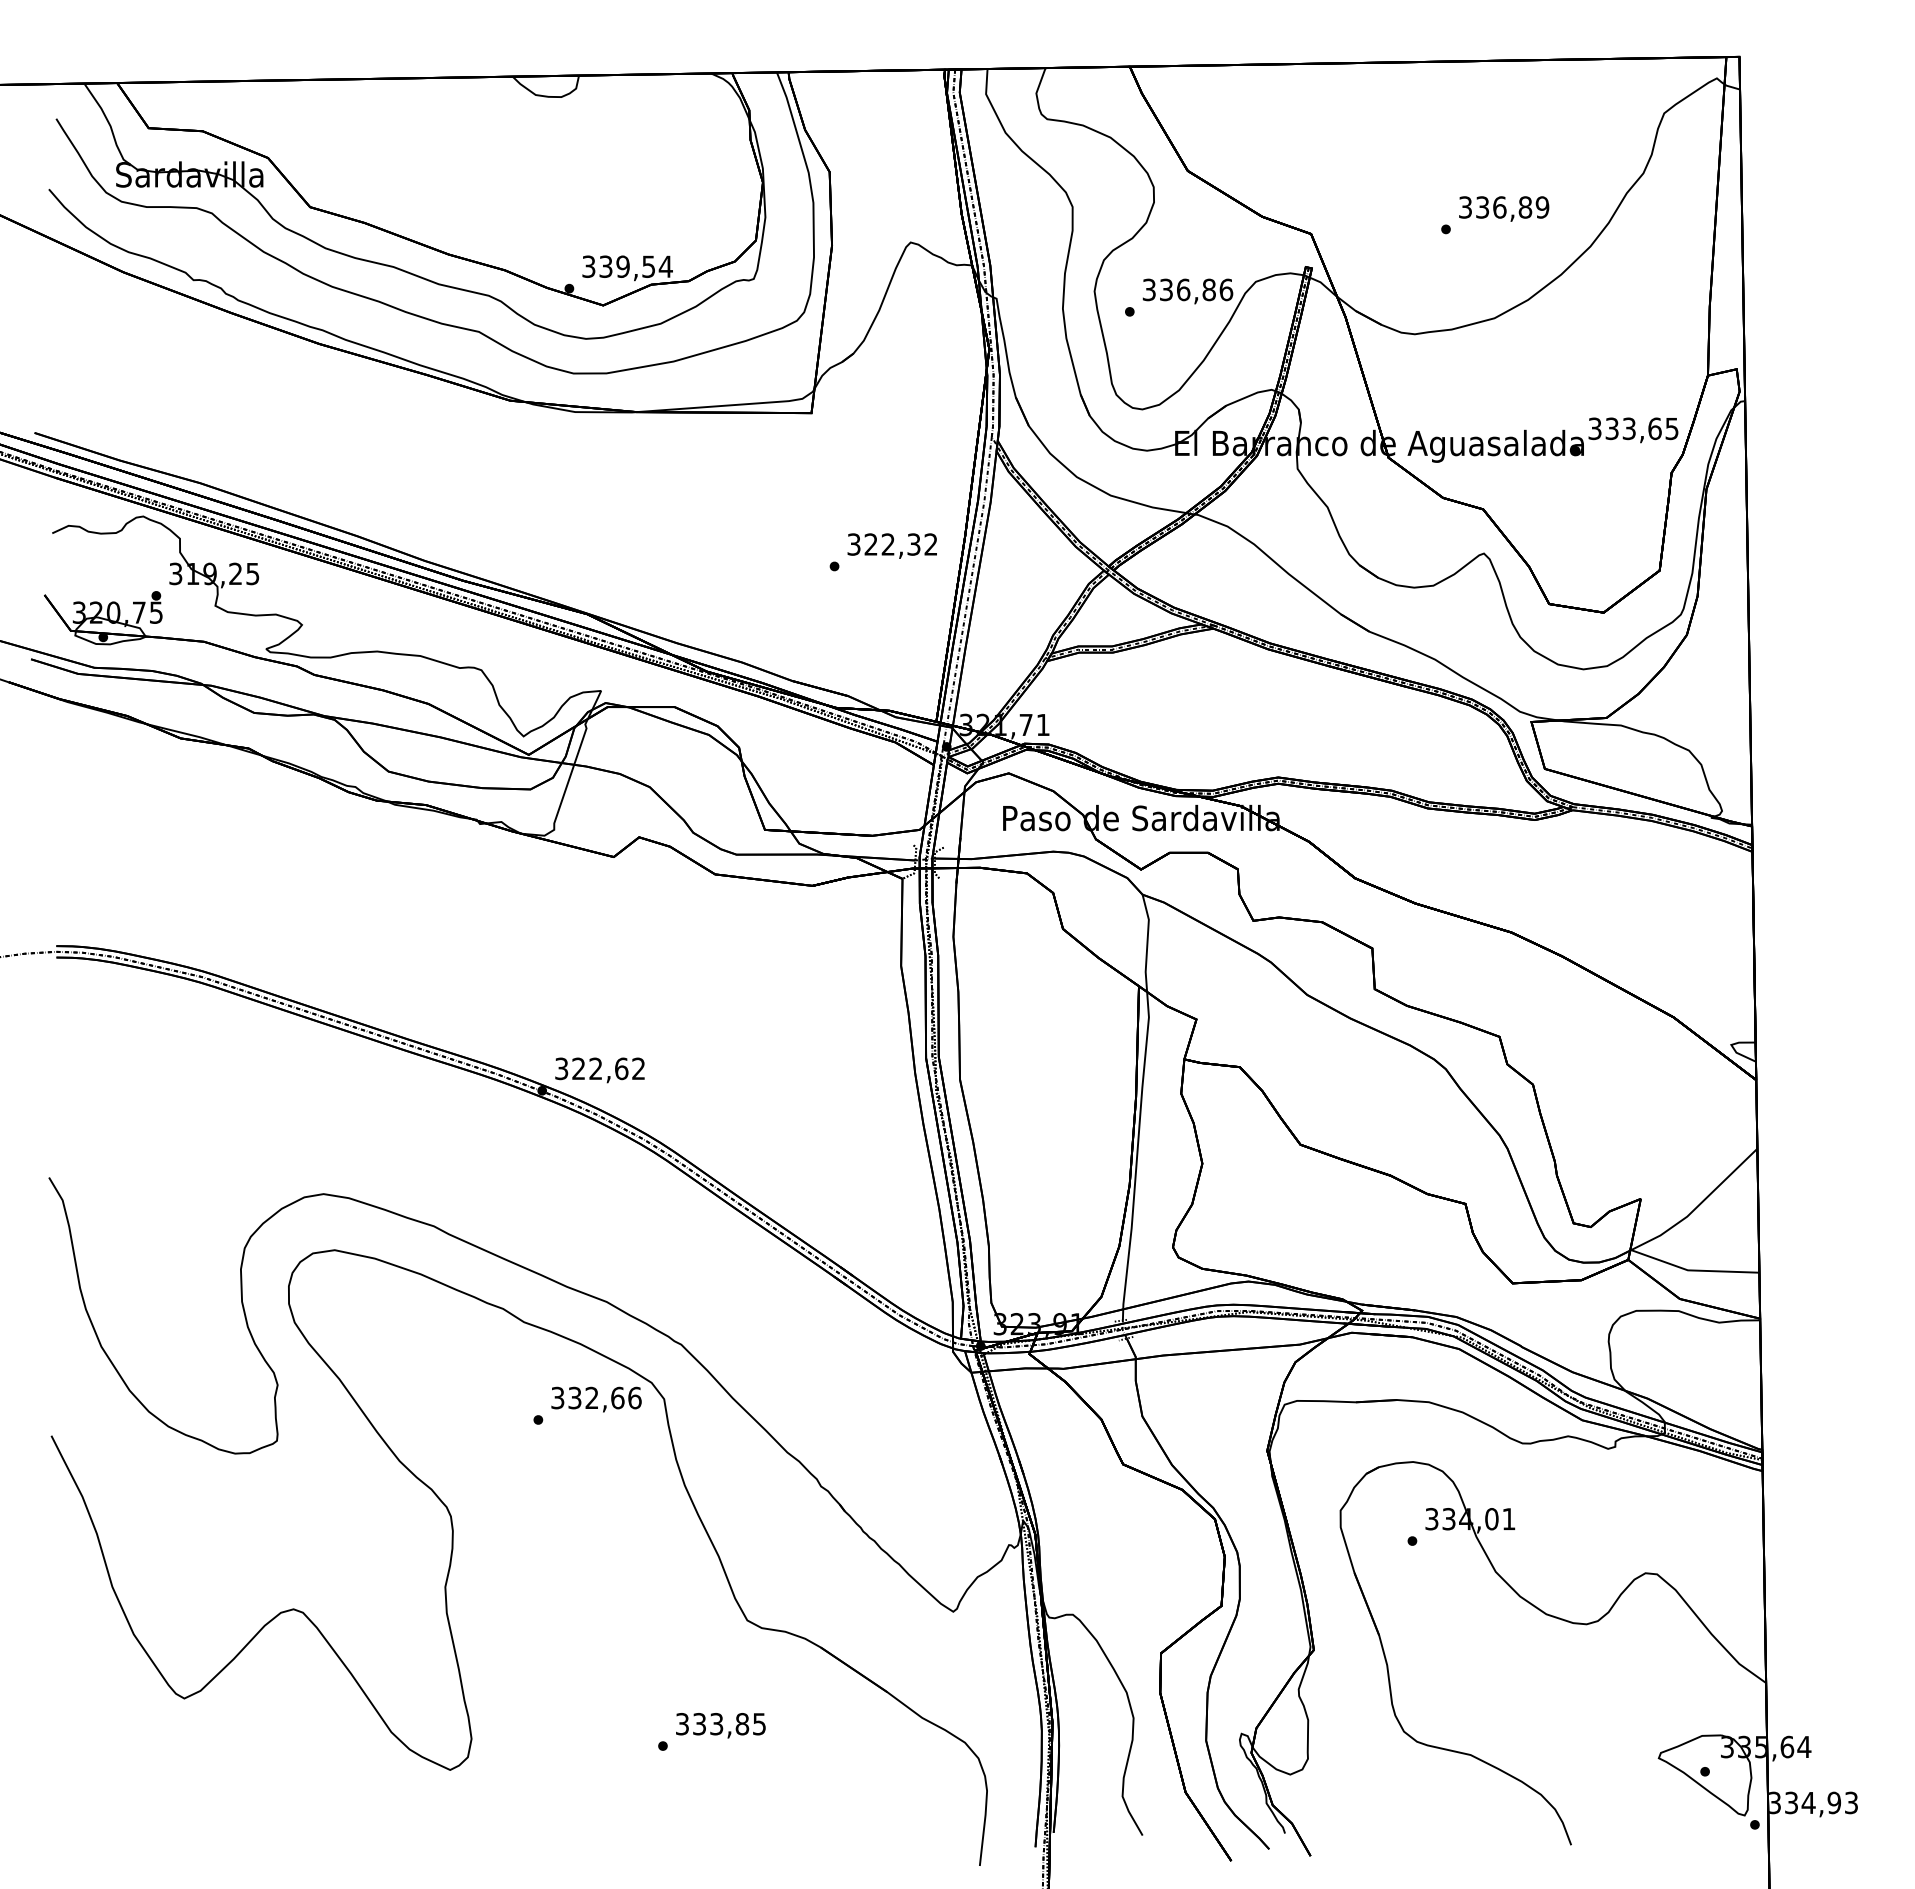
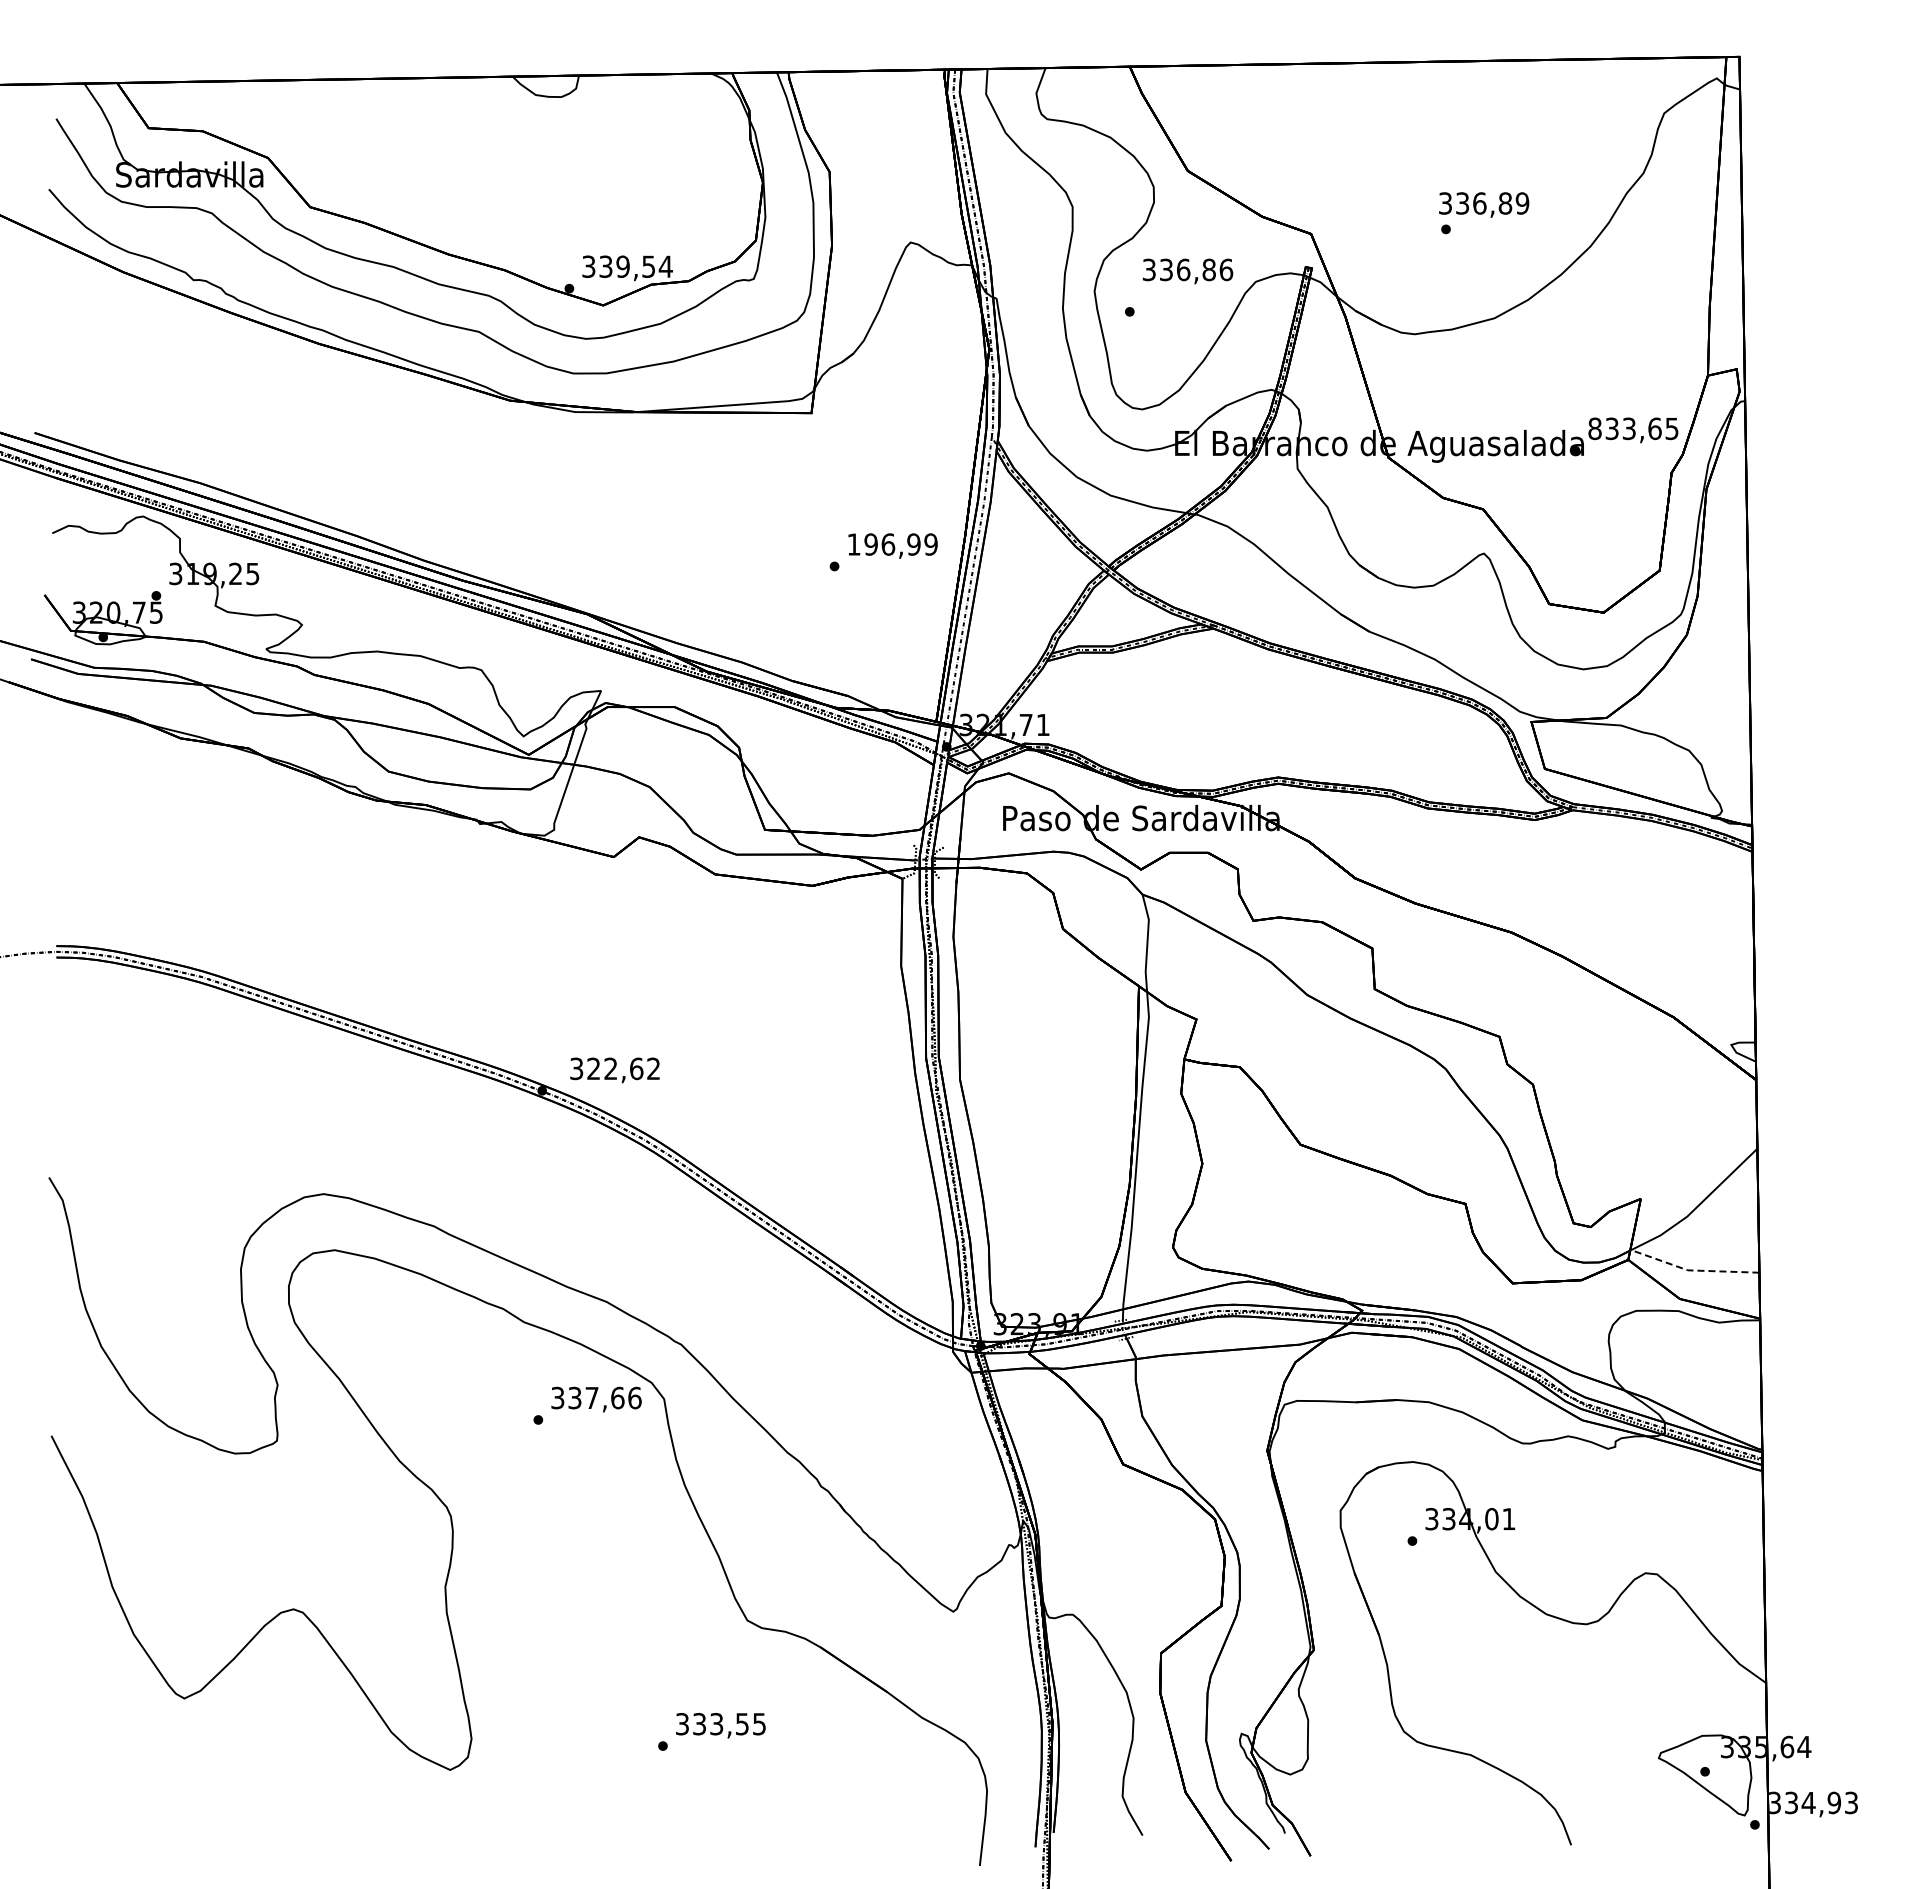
text at (1504, 208) position: (1504, 208) -> (1484, 204)
text at (1187, 291) position: (1187, 291) -> (1187, 271)
text at (1594, 428): 333,65 -> 833,65
text at (892, 544): 322,32 -> 196,99
text at (599, 1070) position: (599, 1070) -> (614, 1070)
line at (1692, 1270): solid -> dashed
text at (591, 1397): 332,66 -> 337,66
text at (742, 1724): 333,85 -> 333,55
